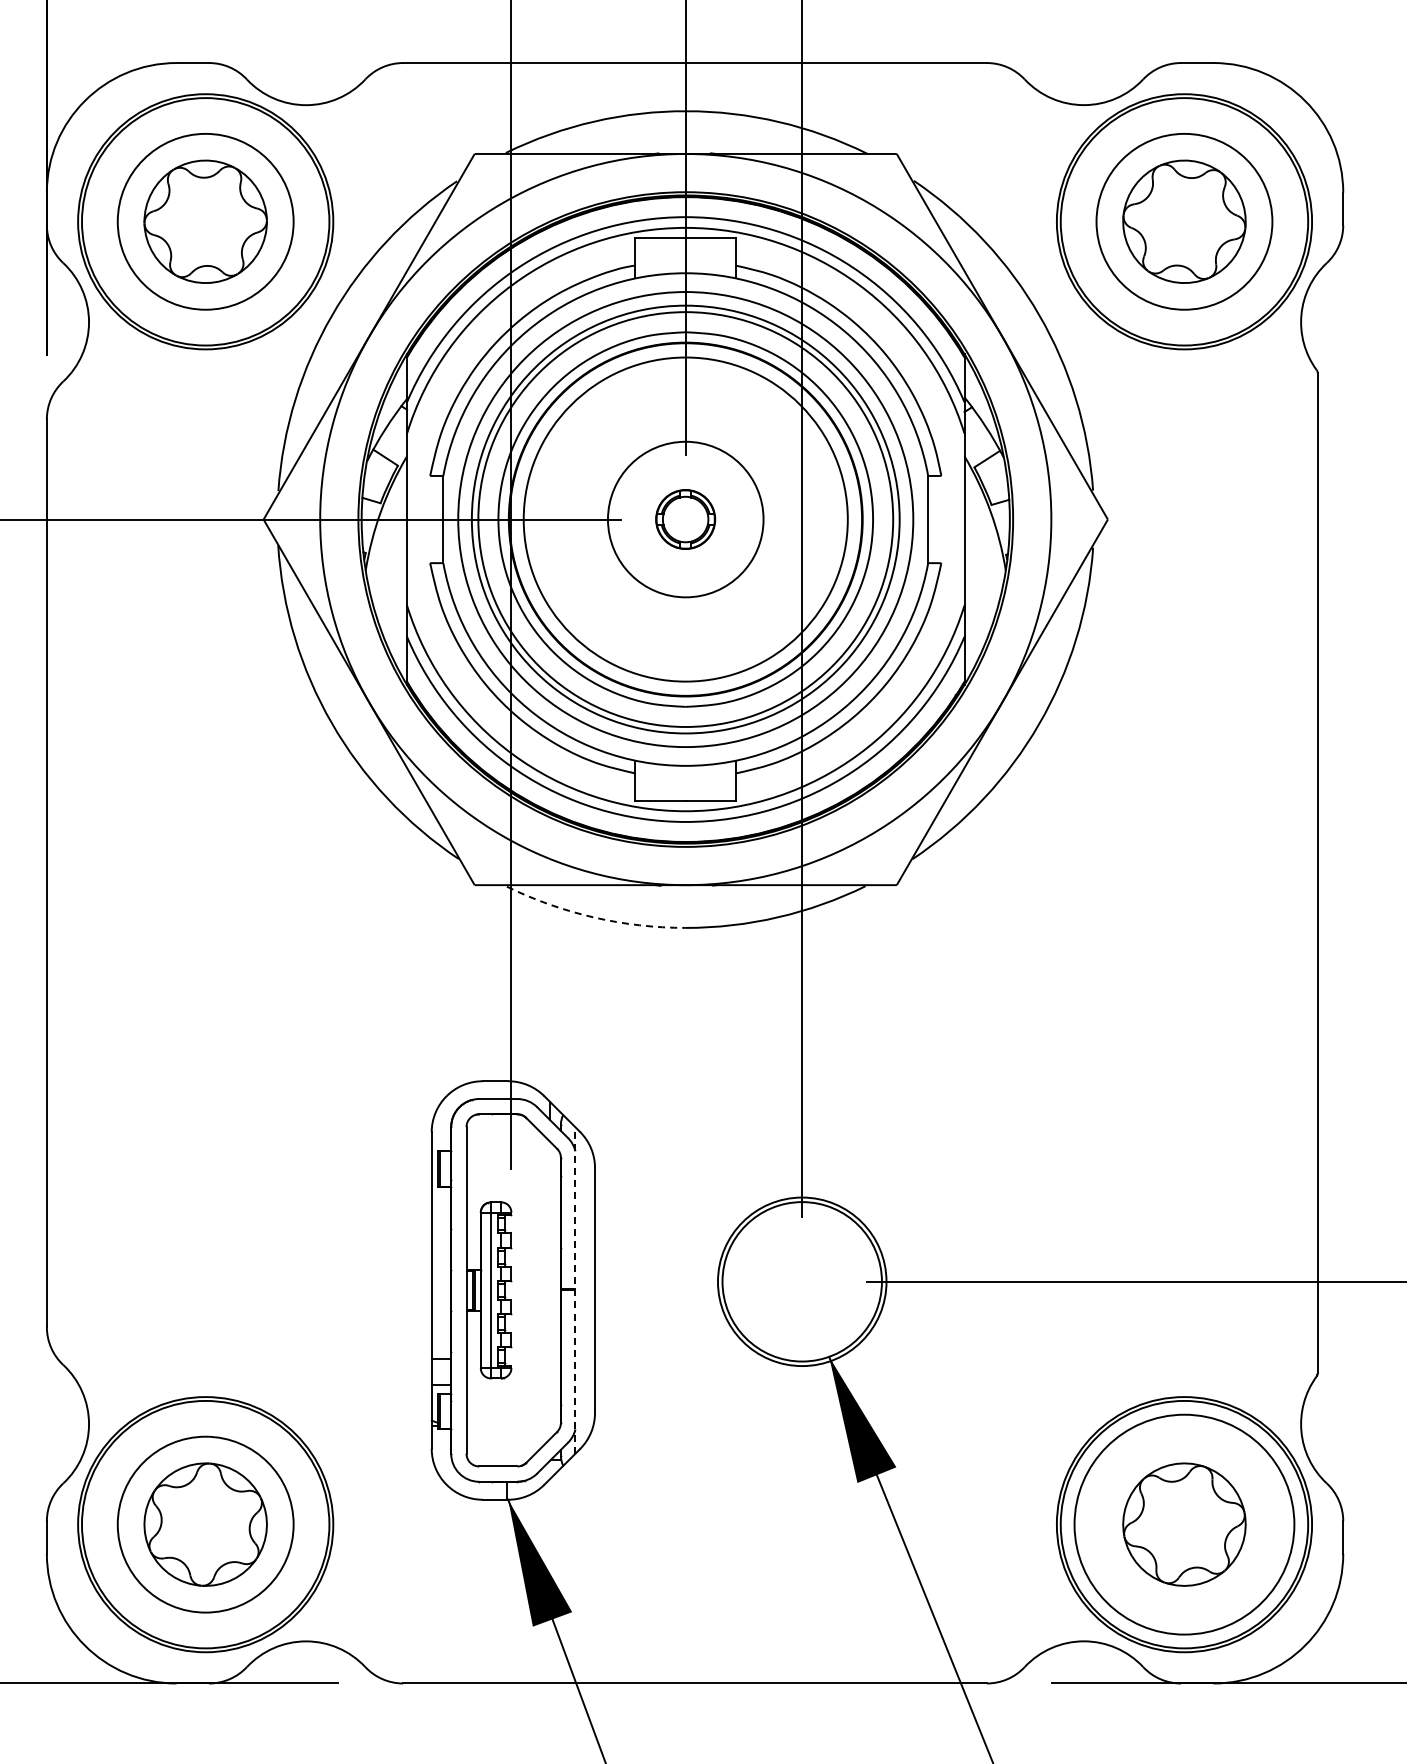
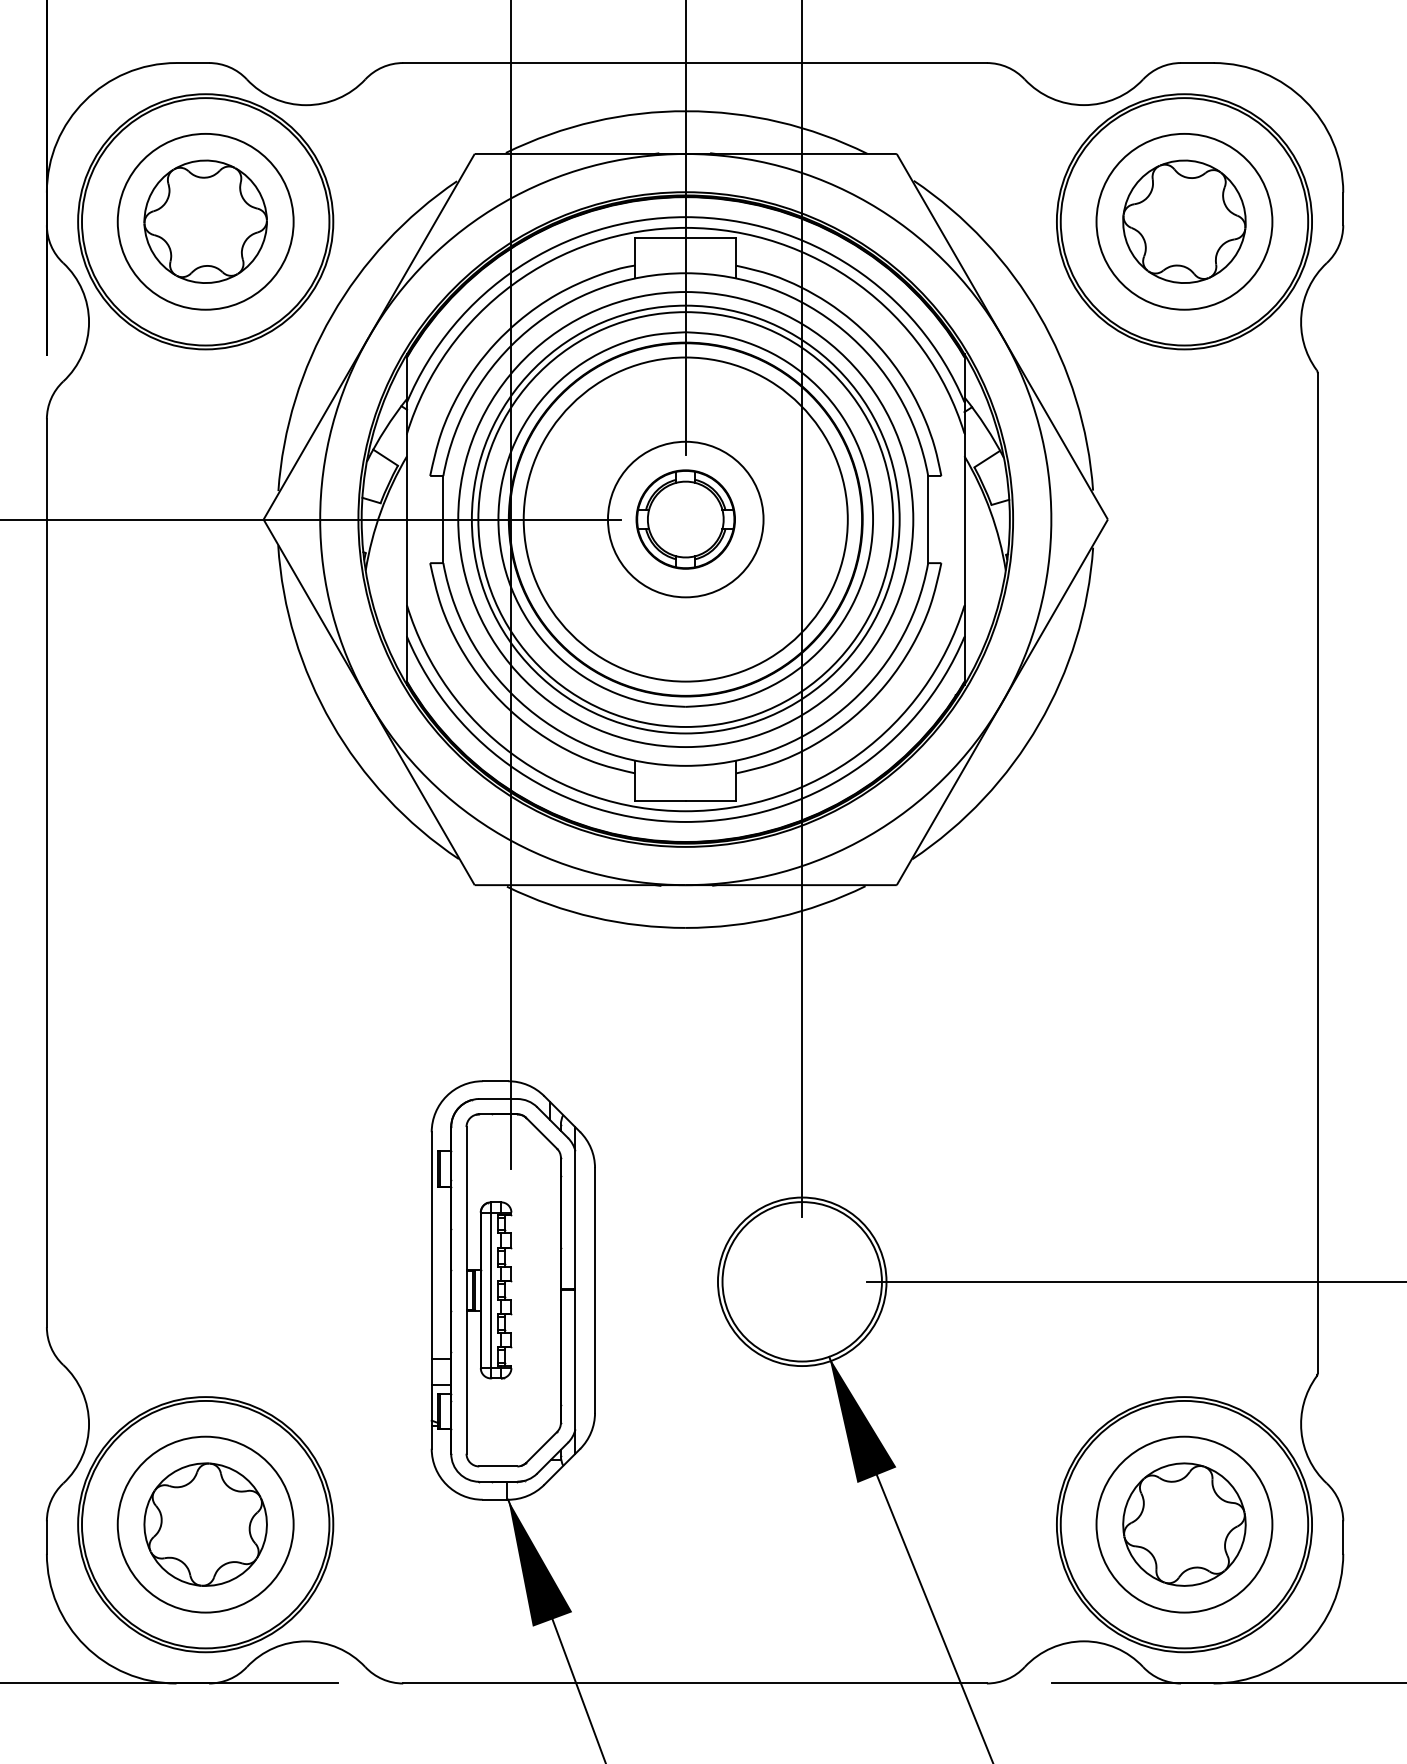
part at (685, 519) size: 62x61 px -> 101x101 px
arc at (594, 917): dashed -> solid
line at (575, 1290): dashed -> solid
circle at (1184, 1524) diameter: 220 px -> 176 px
